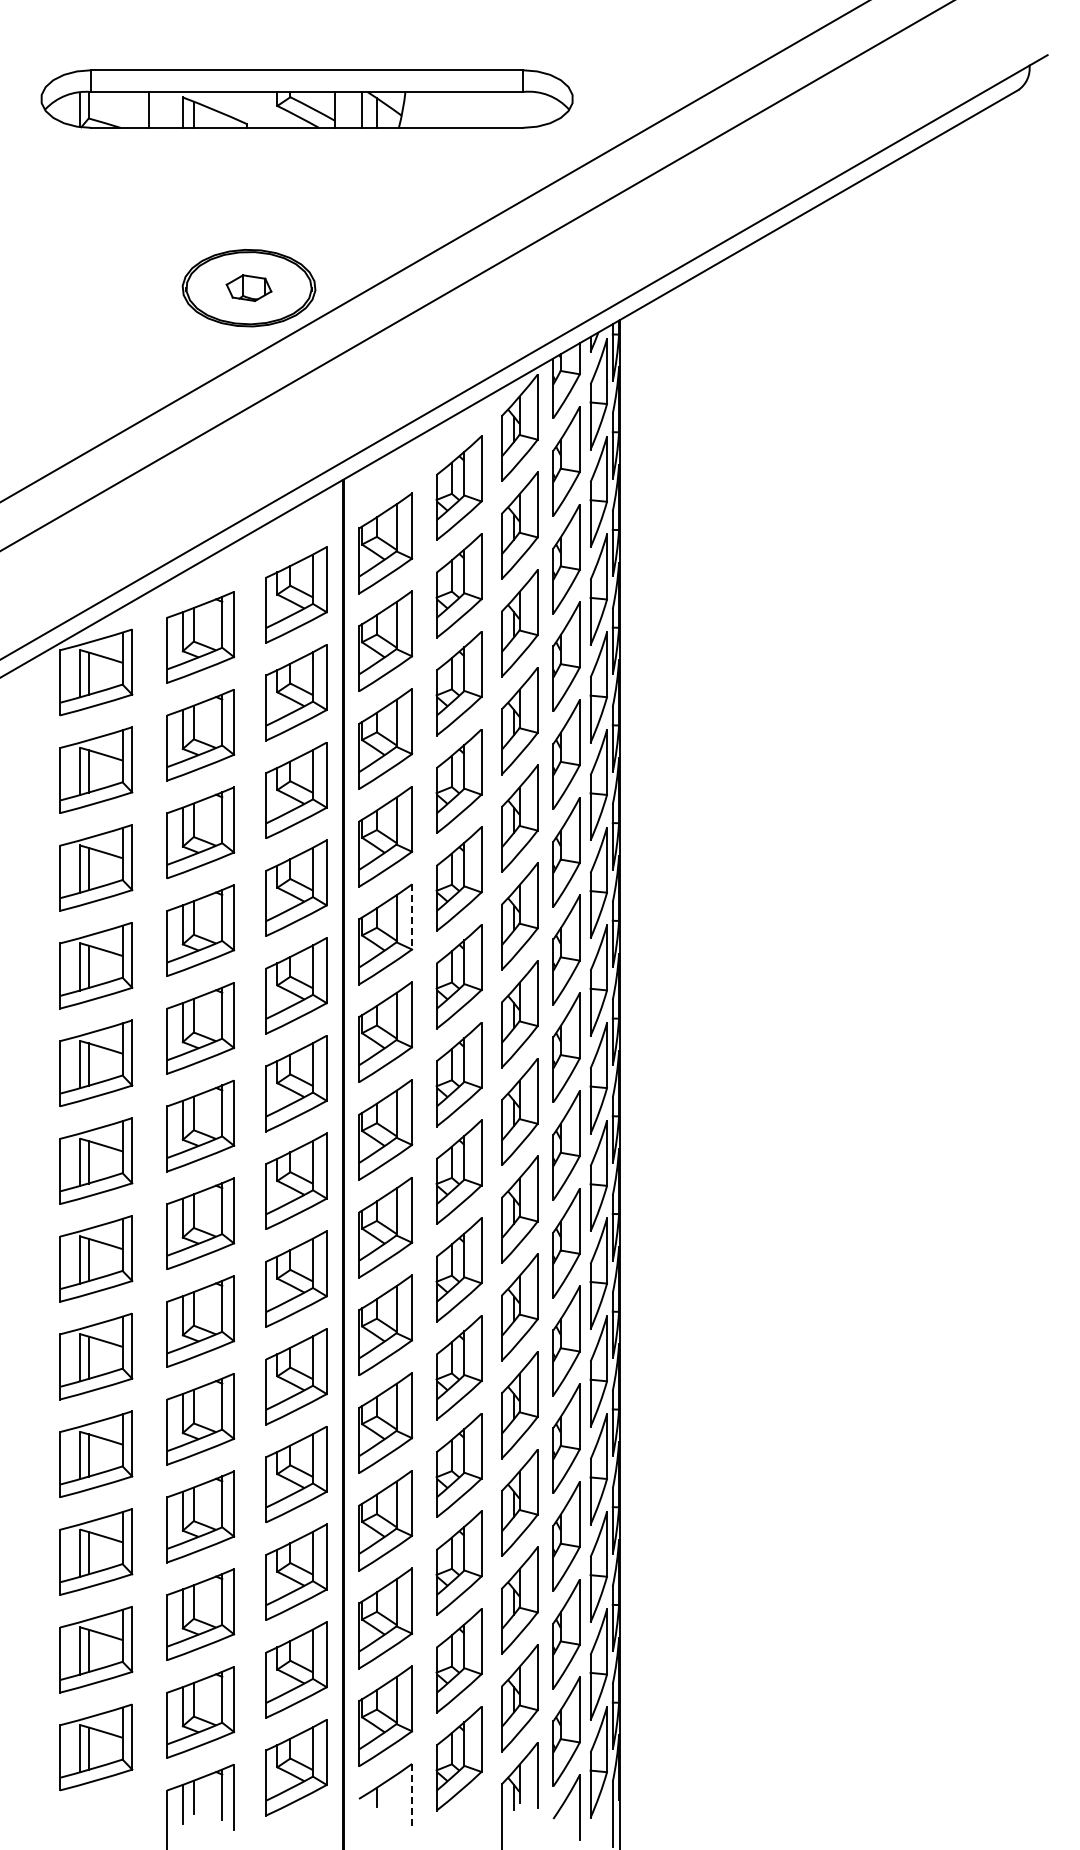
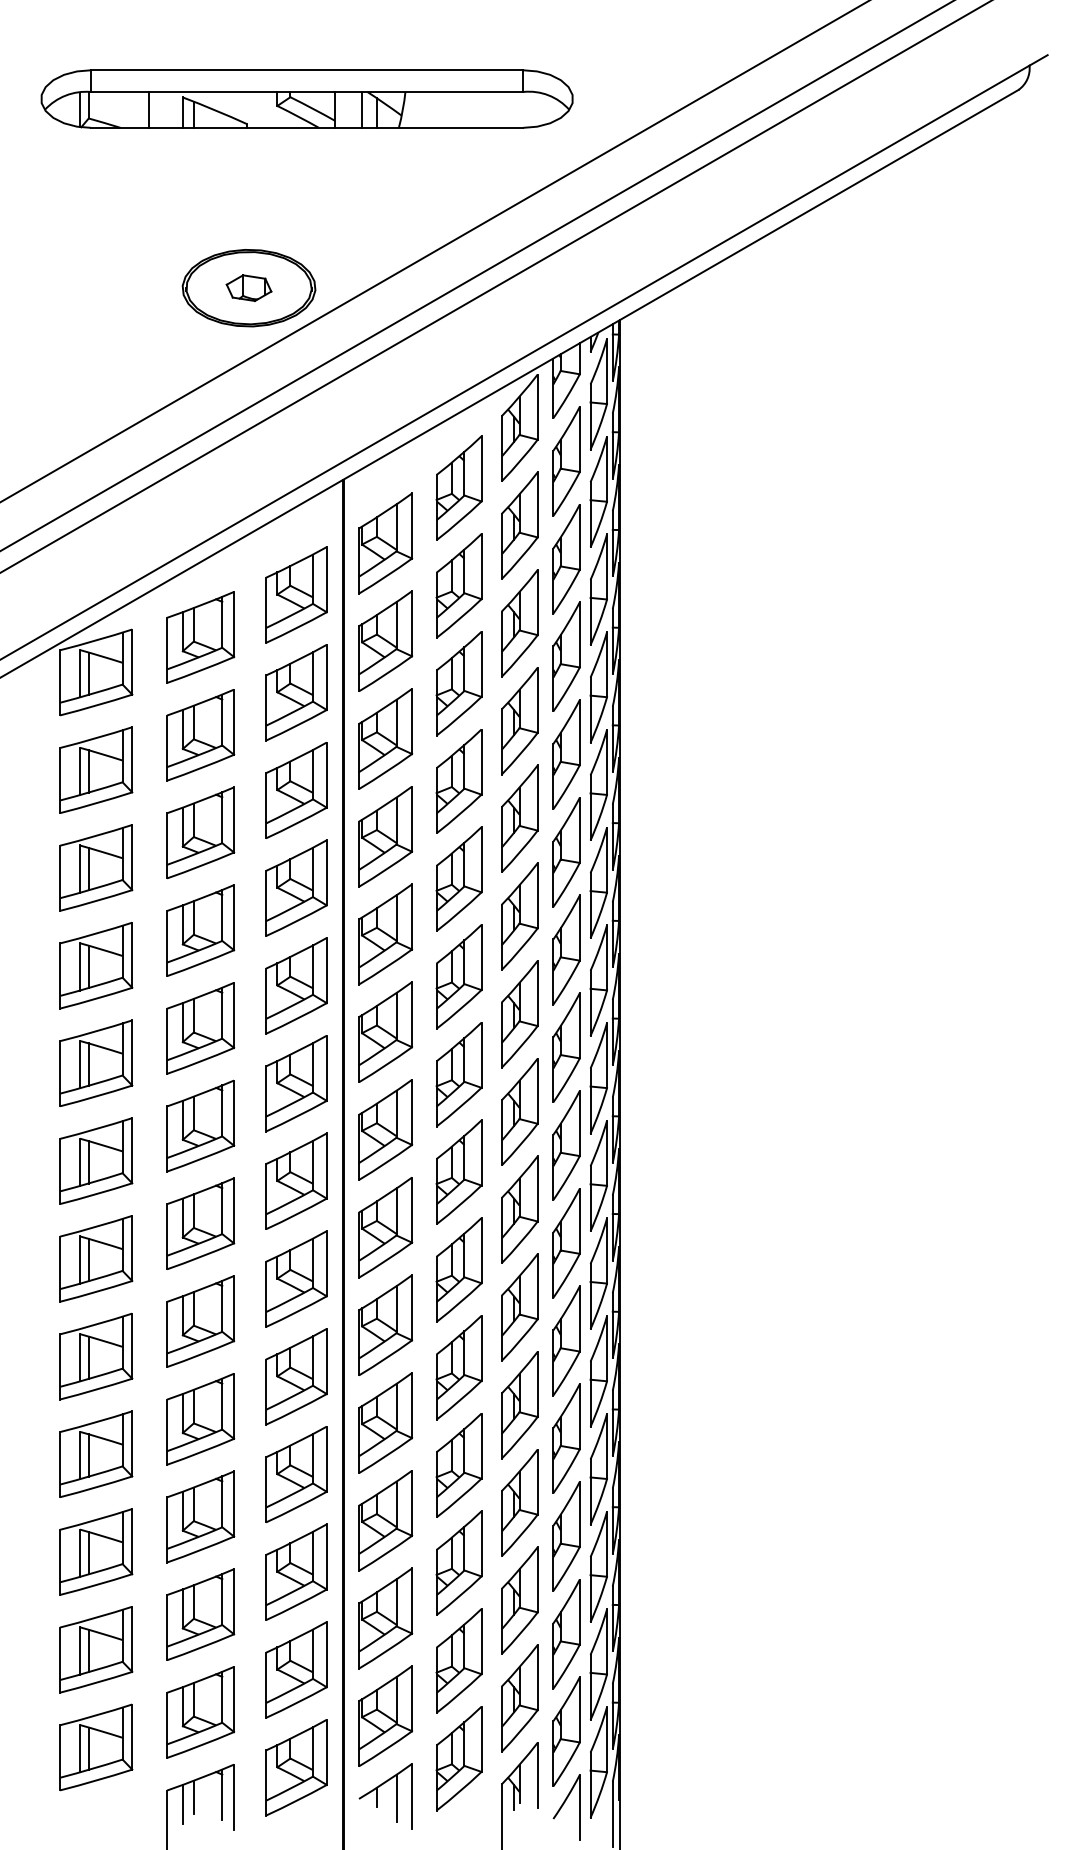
line at (495, 286): none -> present
line at (412, 916): dashed -> solid
line at (412, 1796): dashed -> solid
line at (396, 1797): none -> present
